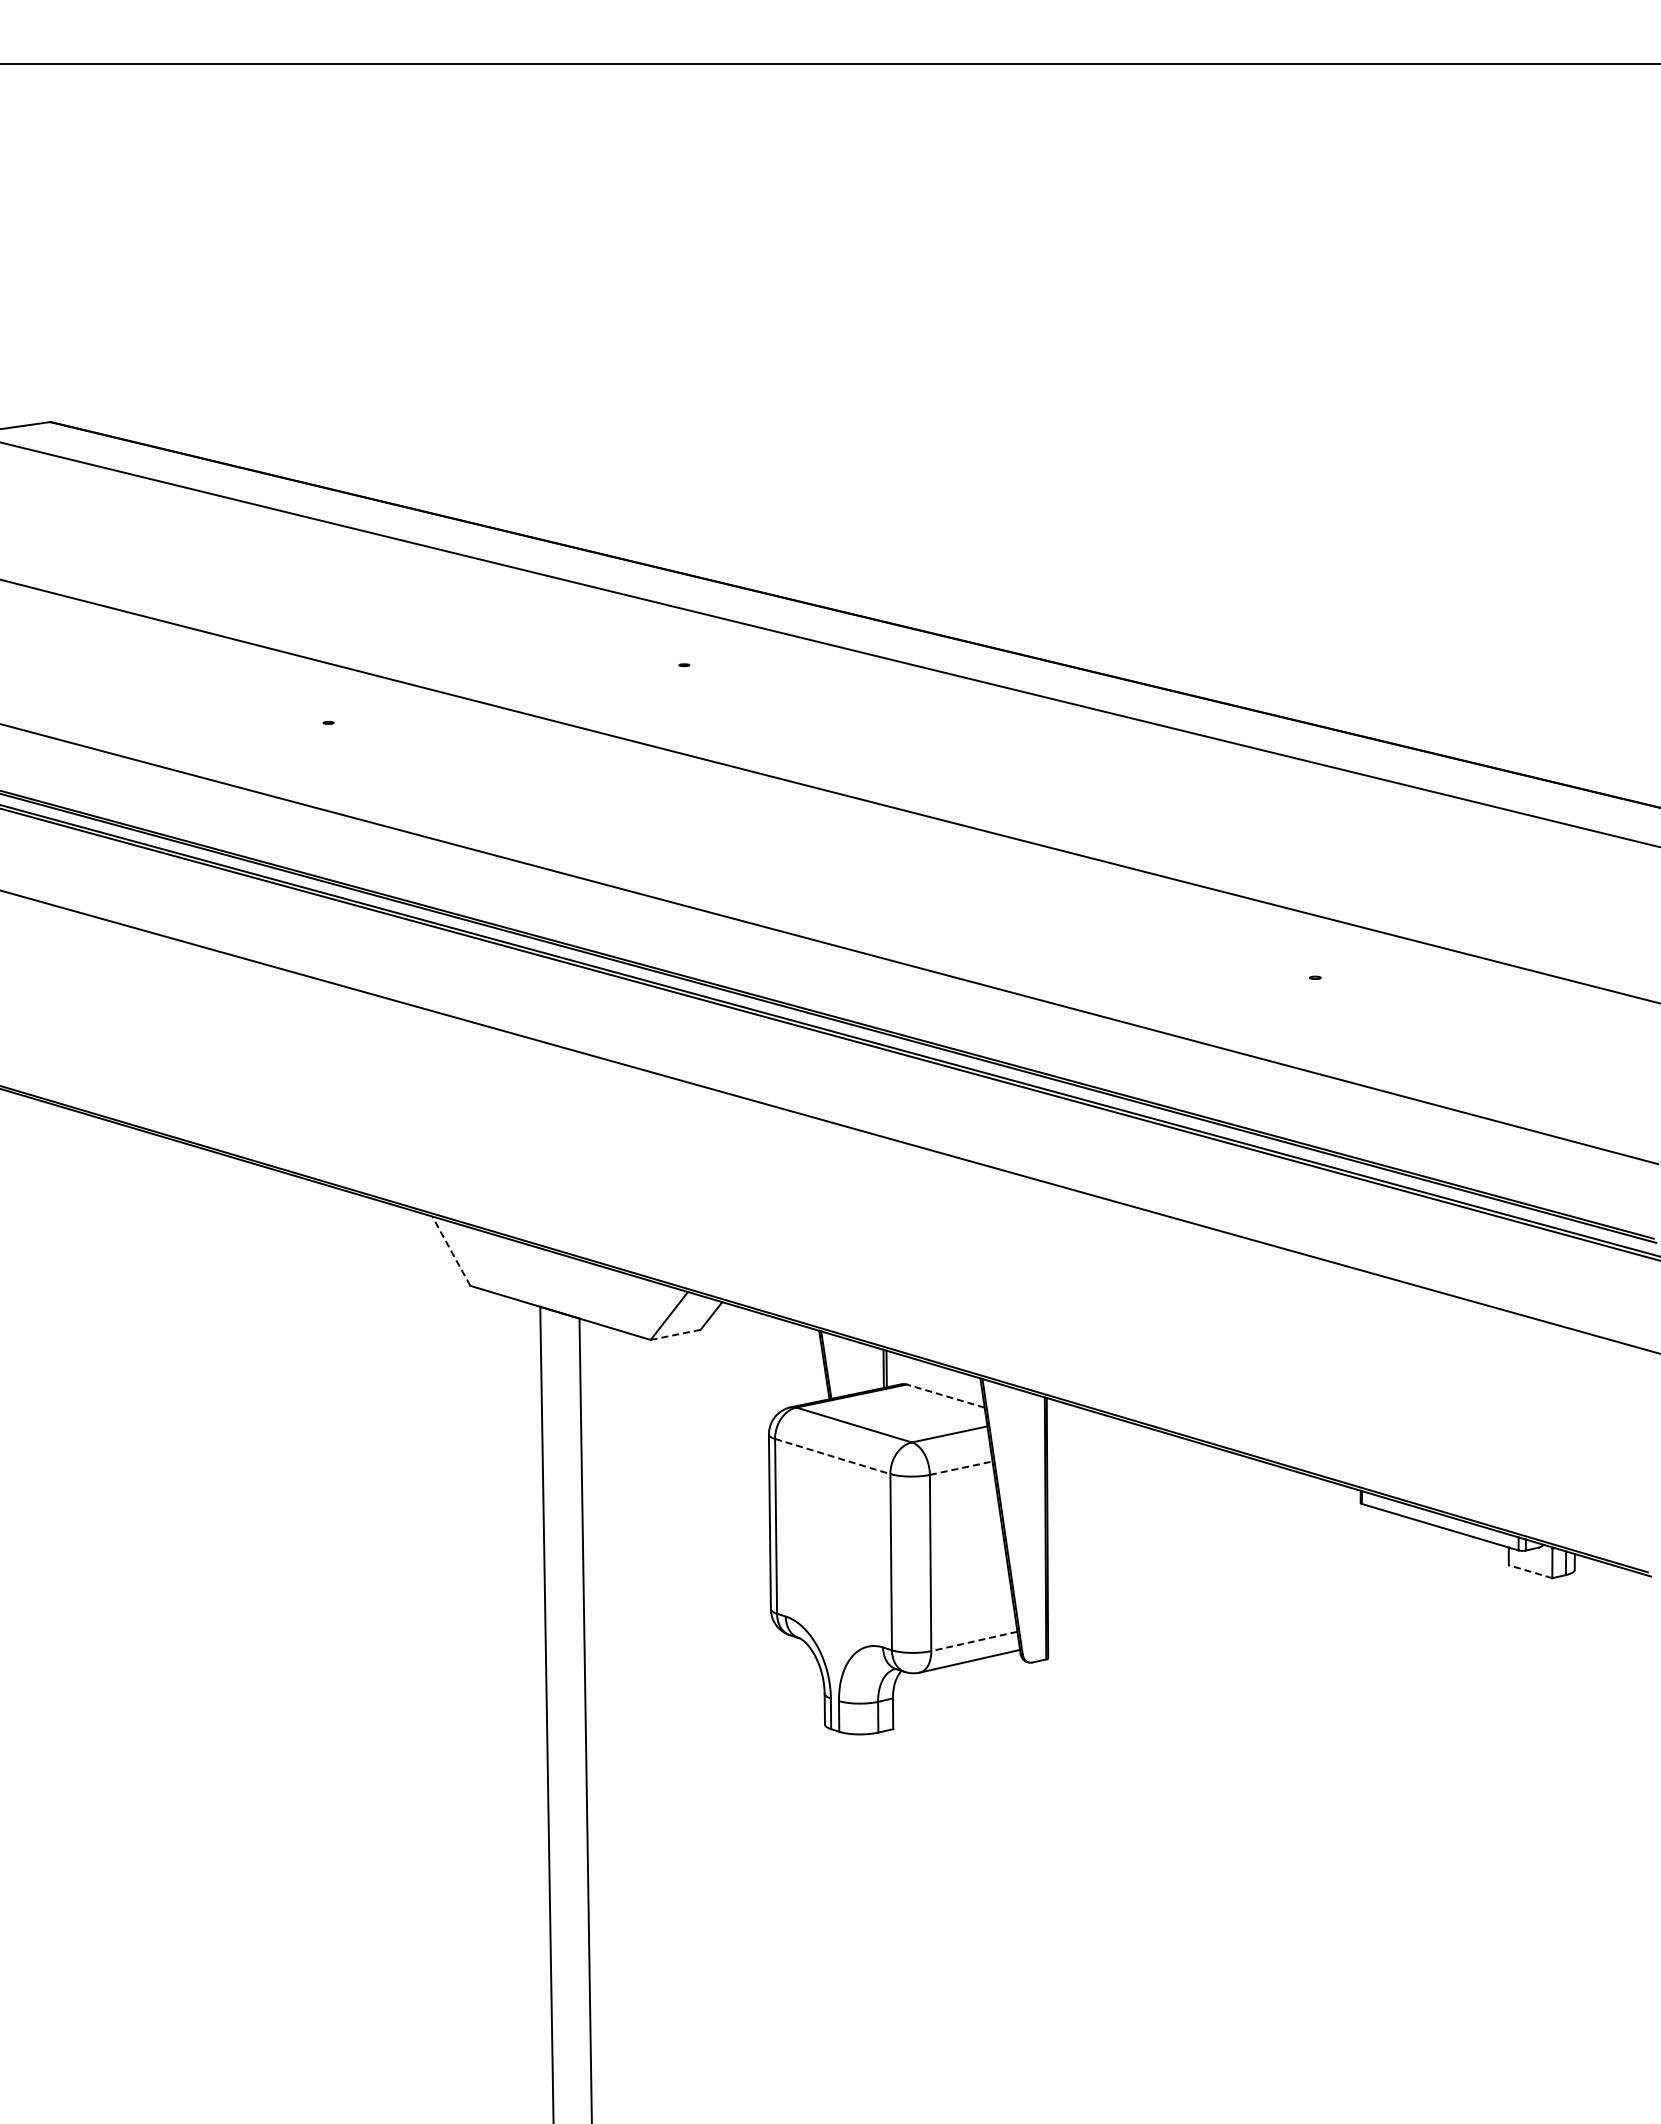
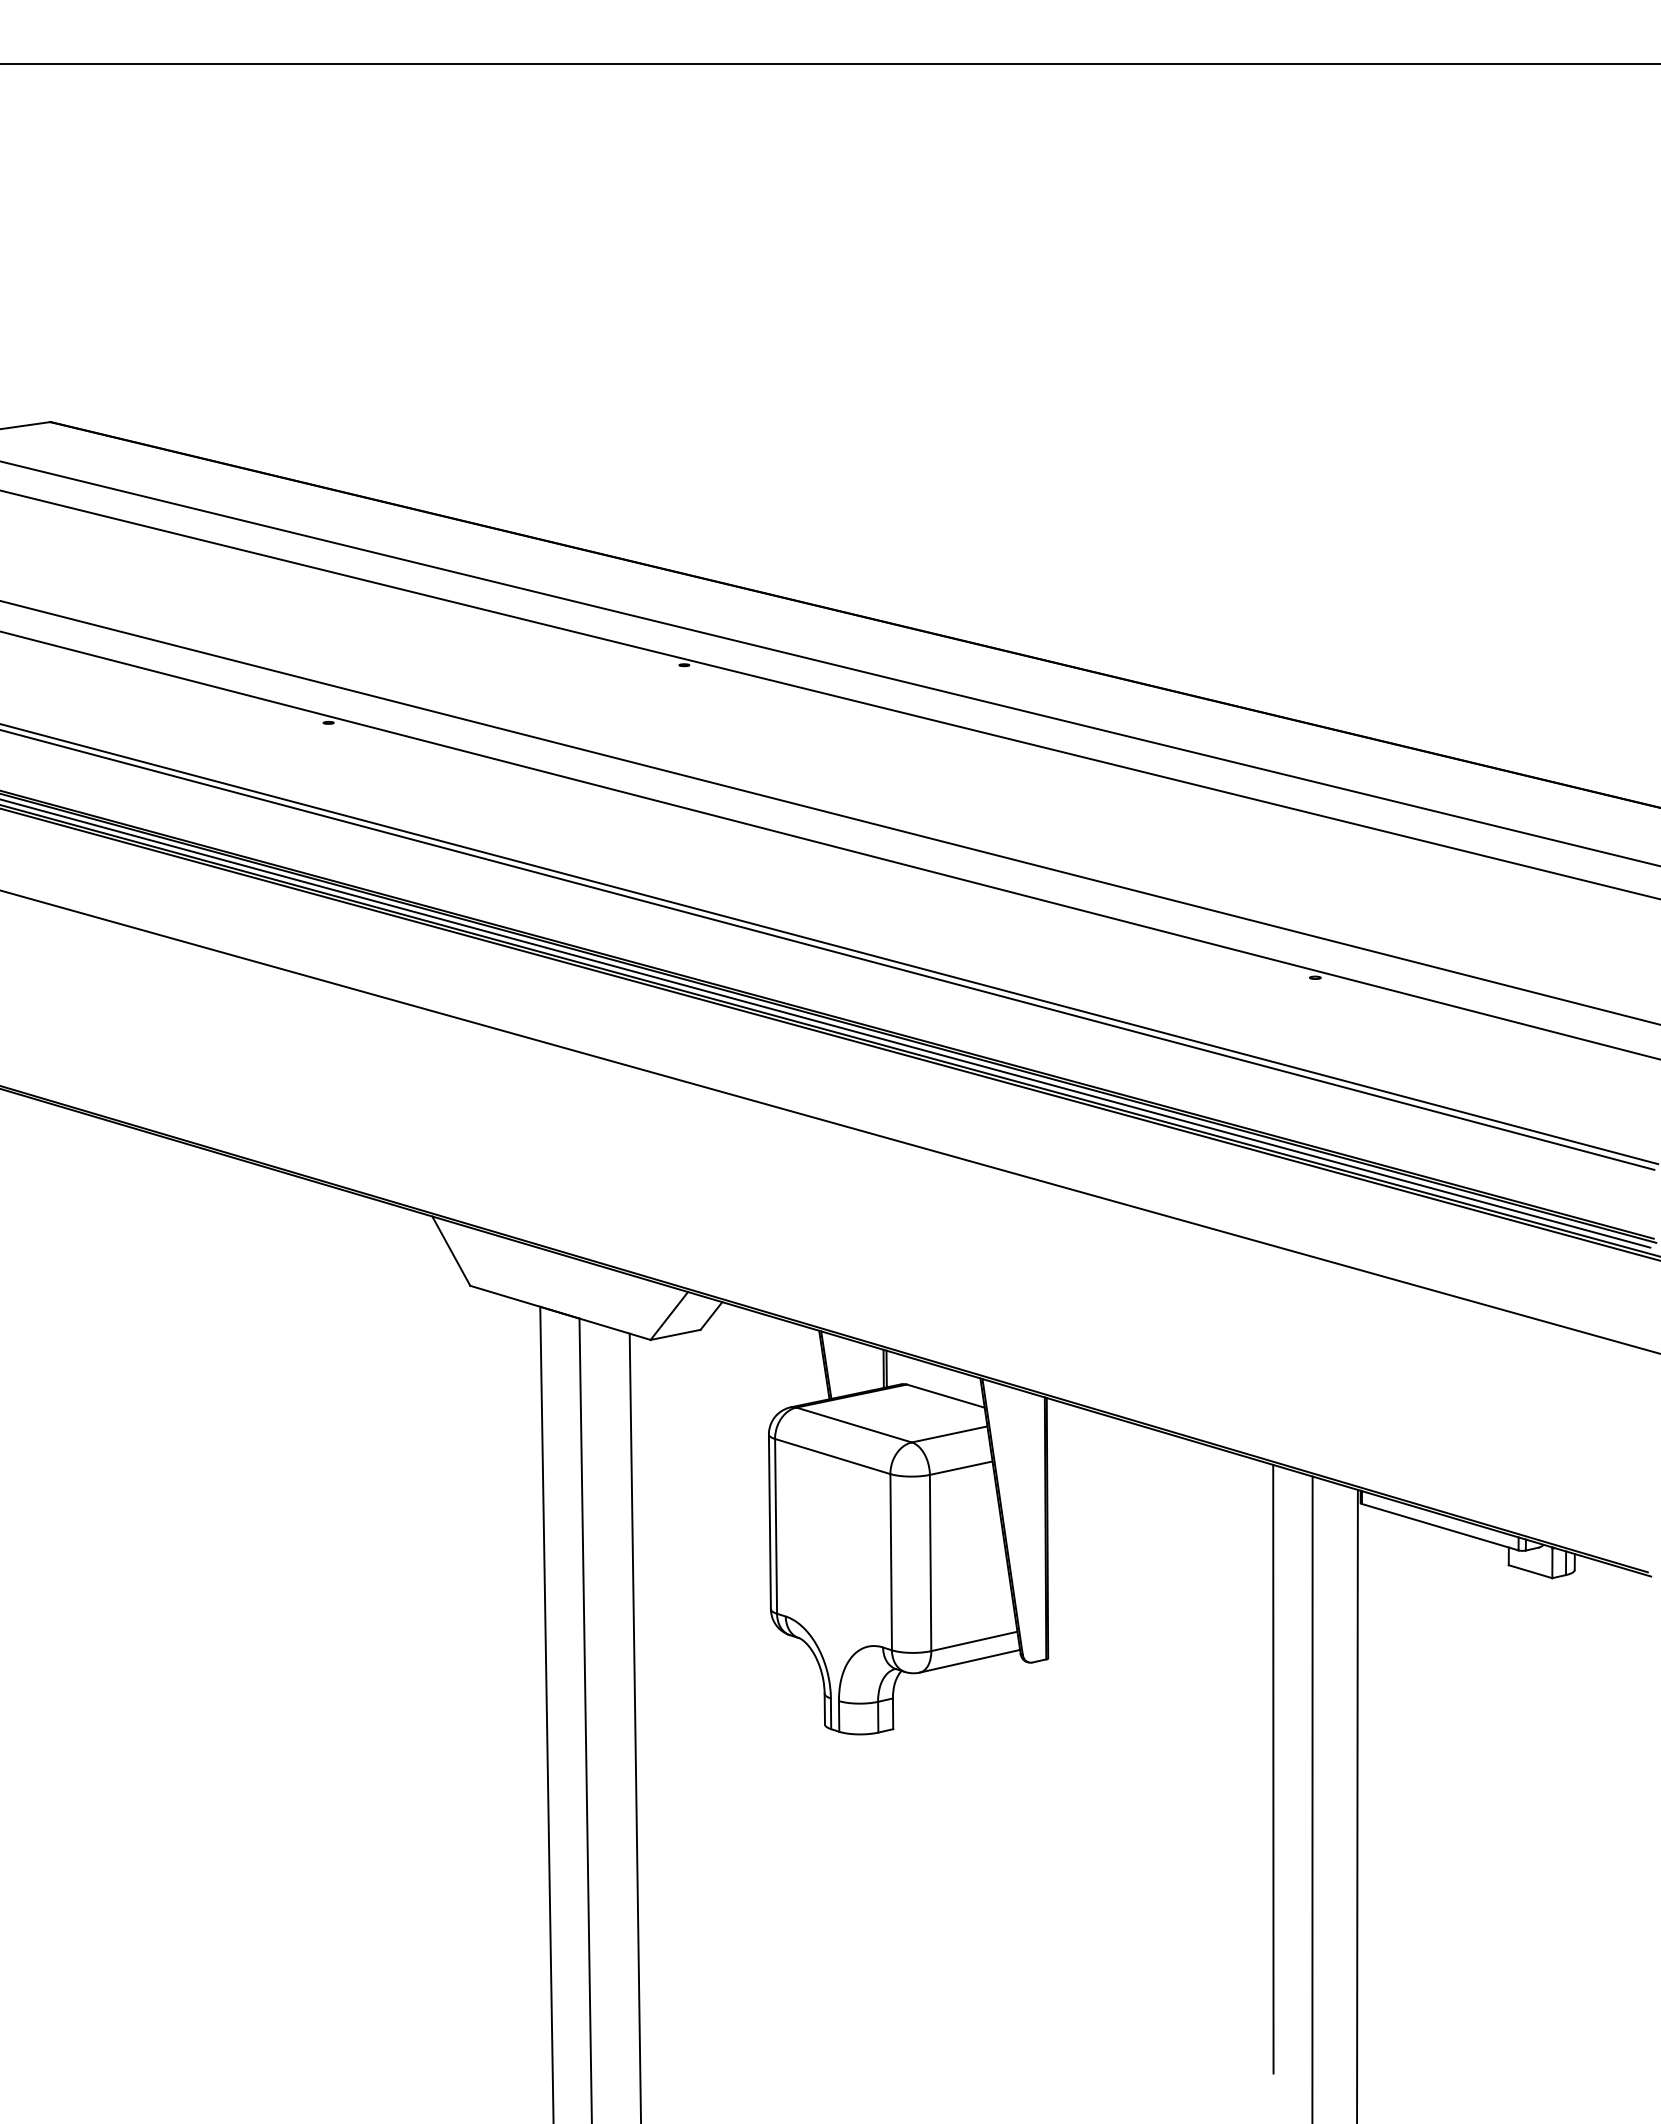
line at (829, 644) position: (829, 644) -> (829, 663)
line at (829, 694): none -> present
line at (829, 791) position: (829, 791) -> (829, 812)
line at (829, 845): none -> present
line at (828, 949): none -> present
line at (826, 1023): none -> present
line at (451, 1251): dashed -> solid
line at (676, 1334): dashed -> solid
line at (945, 1396): dashed -> solid
line at (833, 1456): dashed -> solid
line at (961, 1468): dashed -> solid
line at (1530, 1571): dashed -> solid
line at (973, 1641): dashed -> solid
line at (634, 1726): none -> present
line at (1273, 1768): none -> present
line at (1312, 1798): none -> present
line at (1357, 1804): none -> present
